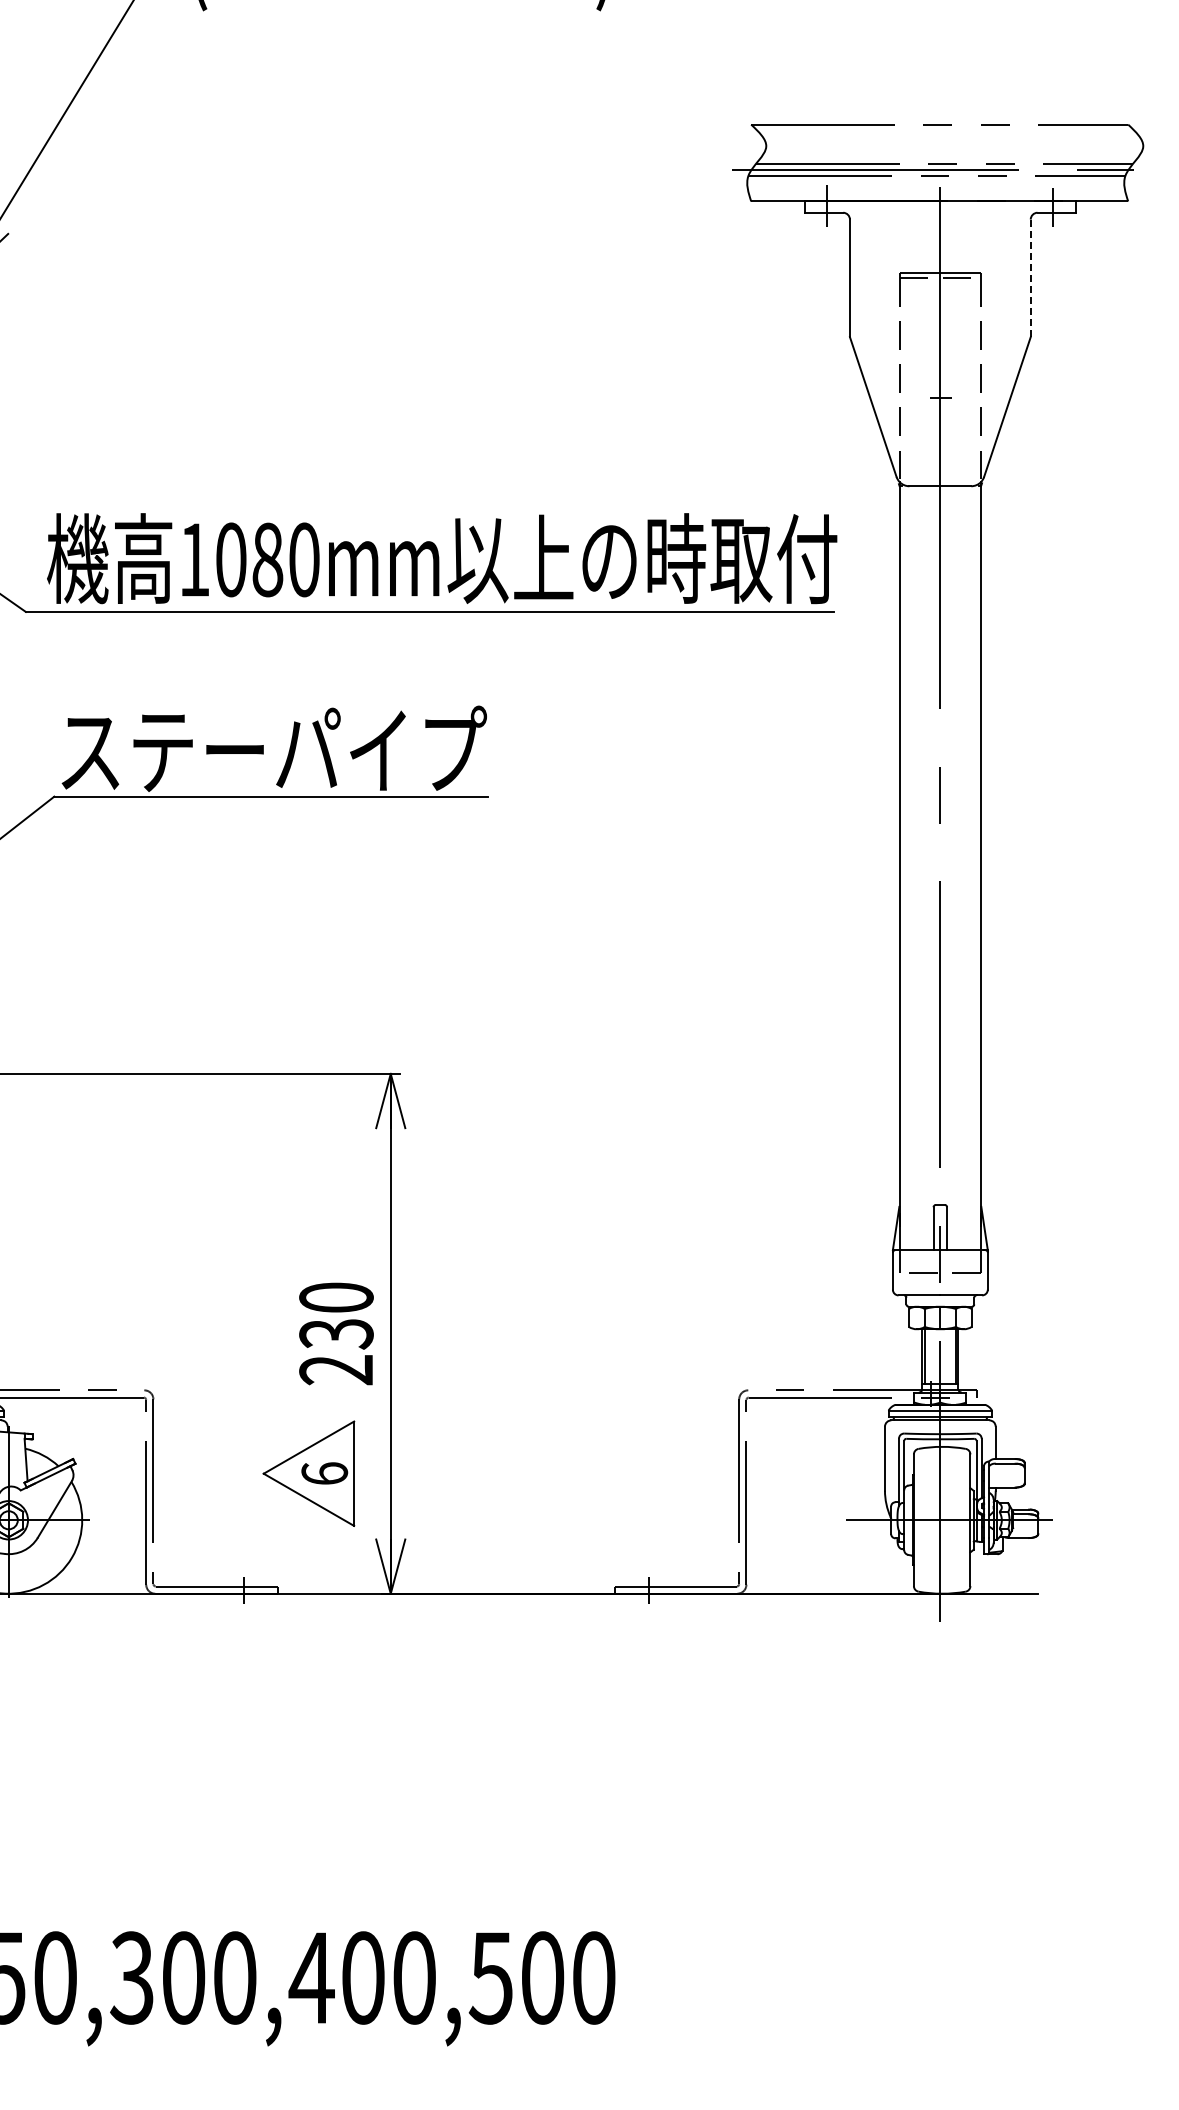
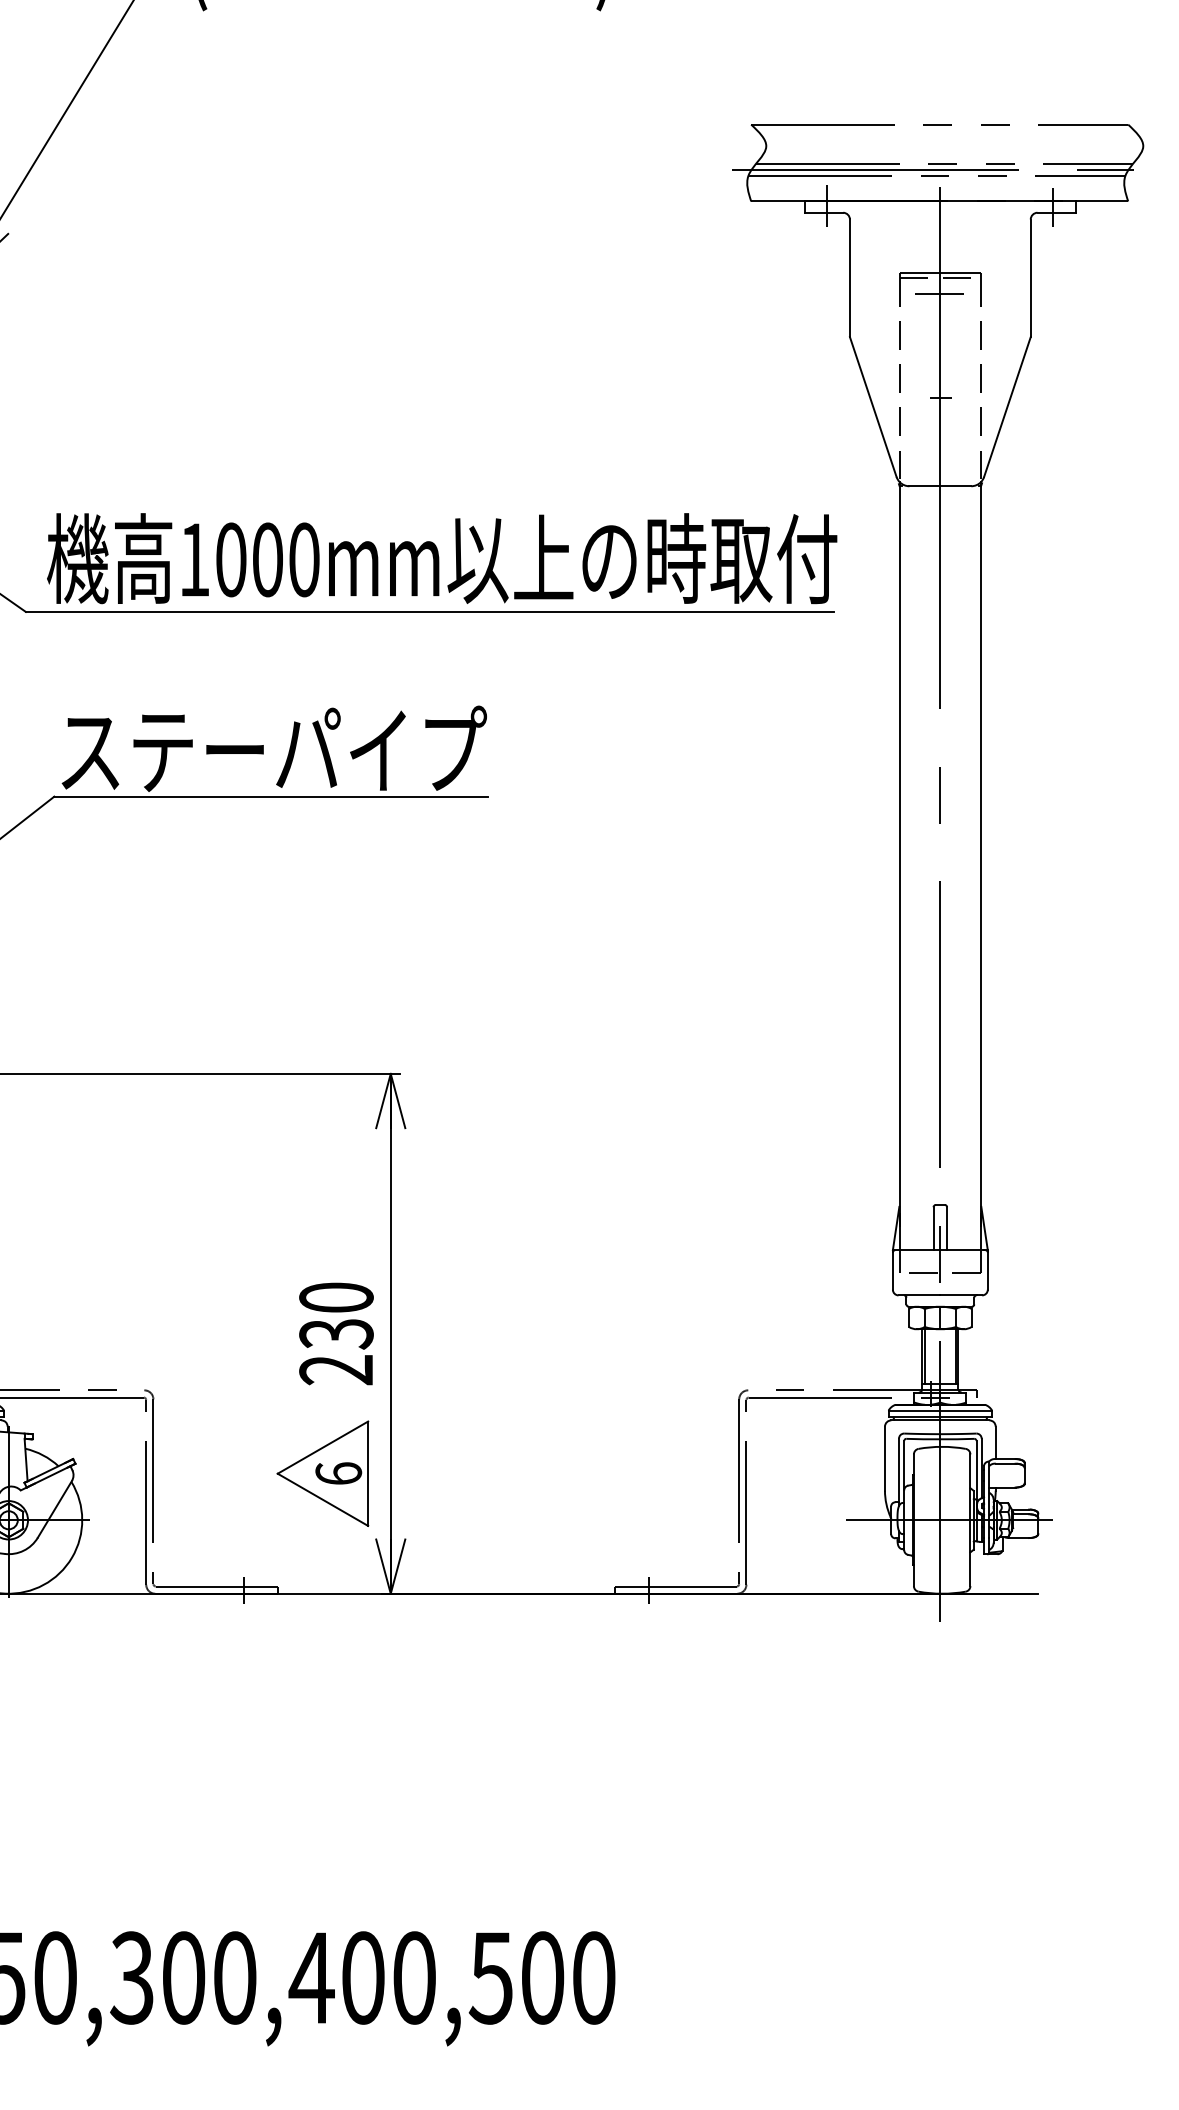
line at (1030, 278): dashed -> solid
line at (938, 294): none -> present
text at (267, 559): 1080mm -> 1000mm
part at (308, 1473) position: (308, 1473) -> (322, 1473)
